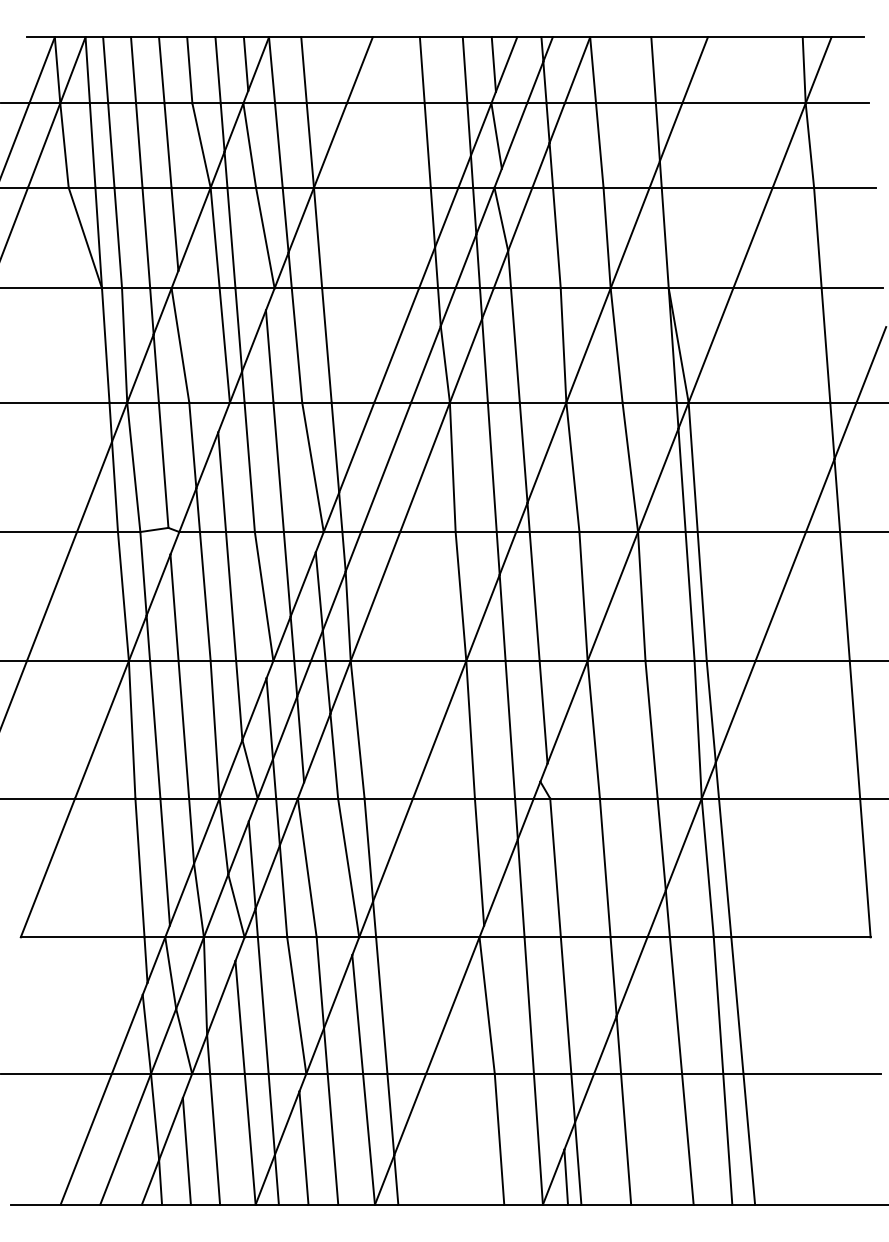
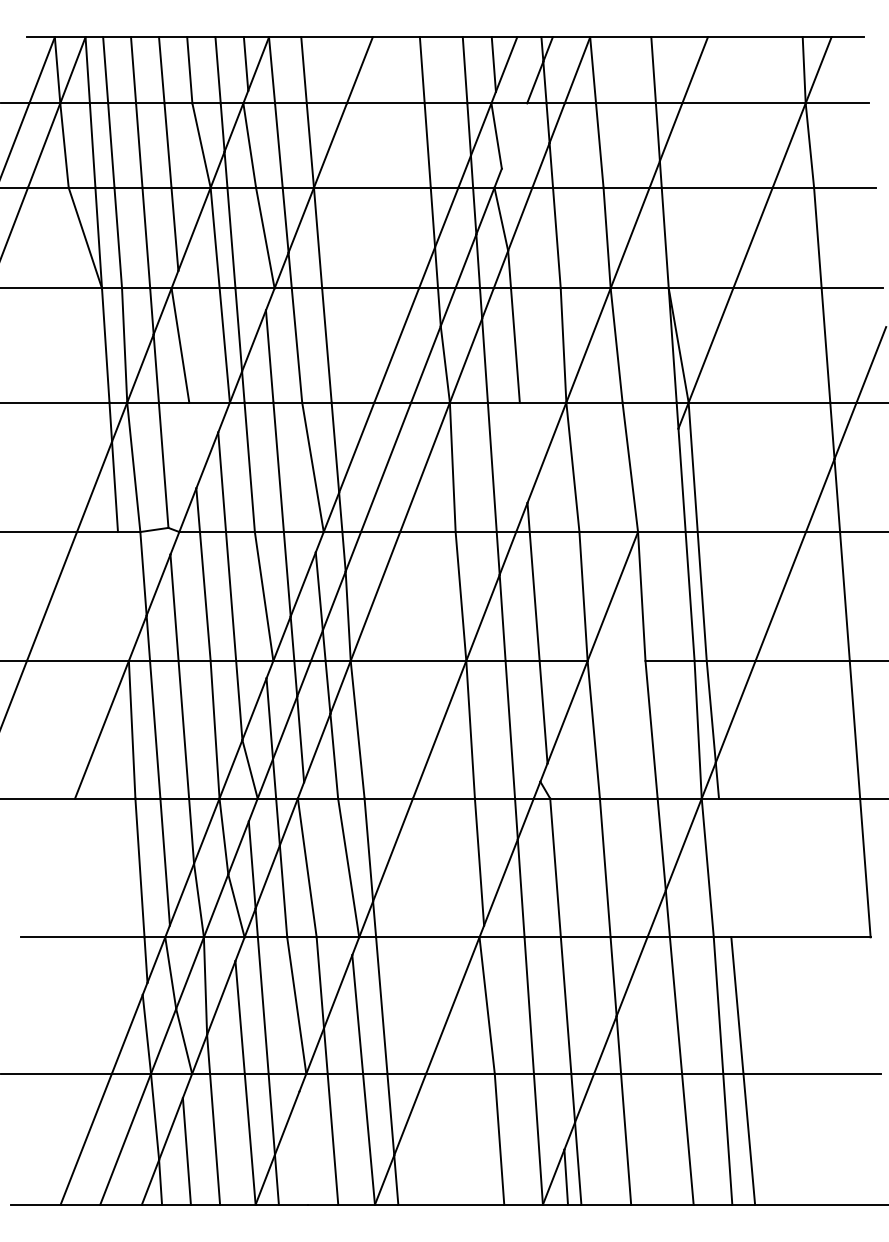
line at (514, 135): present -> none
line at (192, 445): present -> none
line at (523, 452): present -> none
line at (658, 480): present -> none
line at (122, 596): present -> none
line at (616, 660): present -> none
line at (47, 867): present -> none
line at (725, 867): present -> none
line at (303, 1147): present -> none
